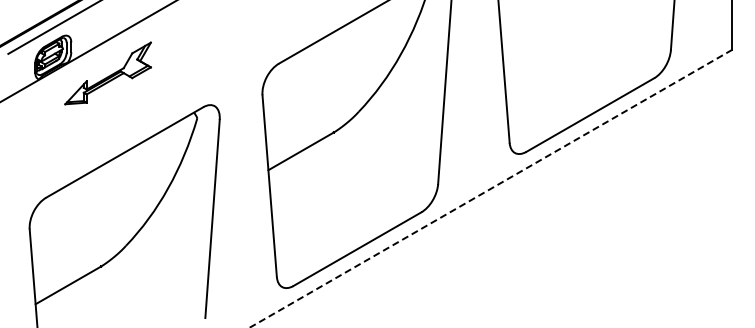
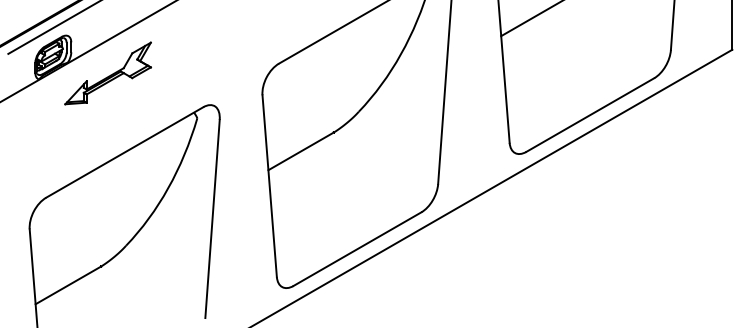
line at (530, 19): none -> present
line at (490, 188): dashed -> solid
